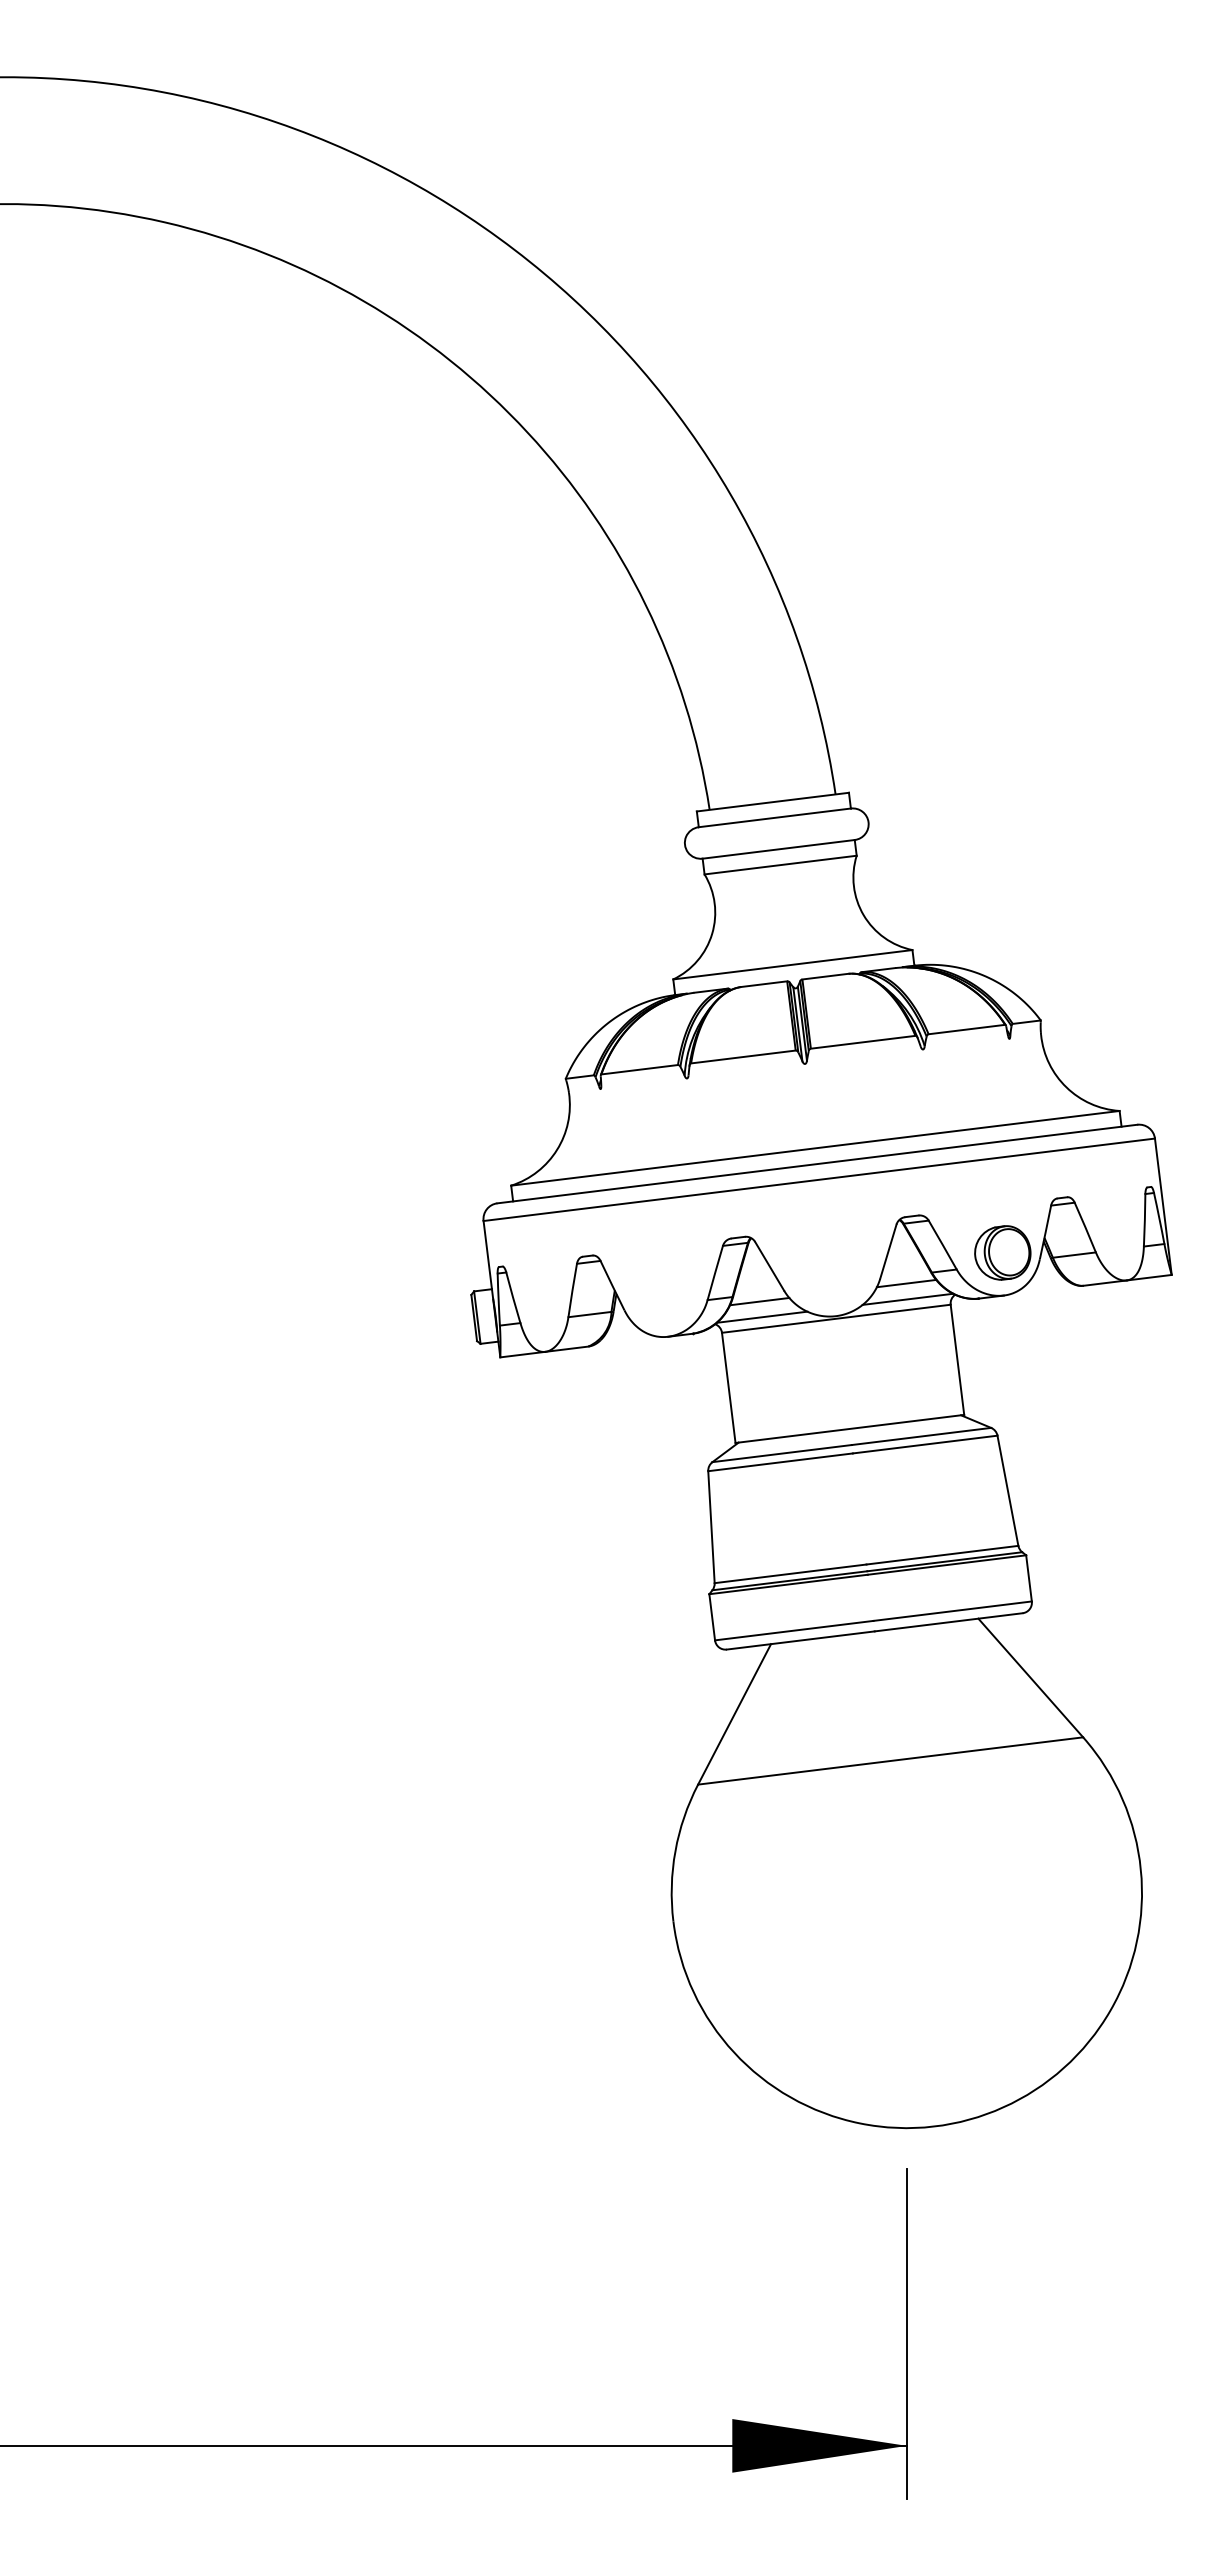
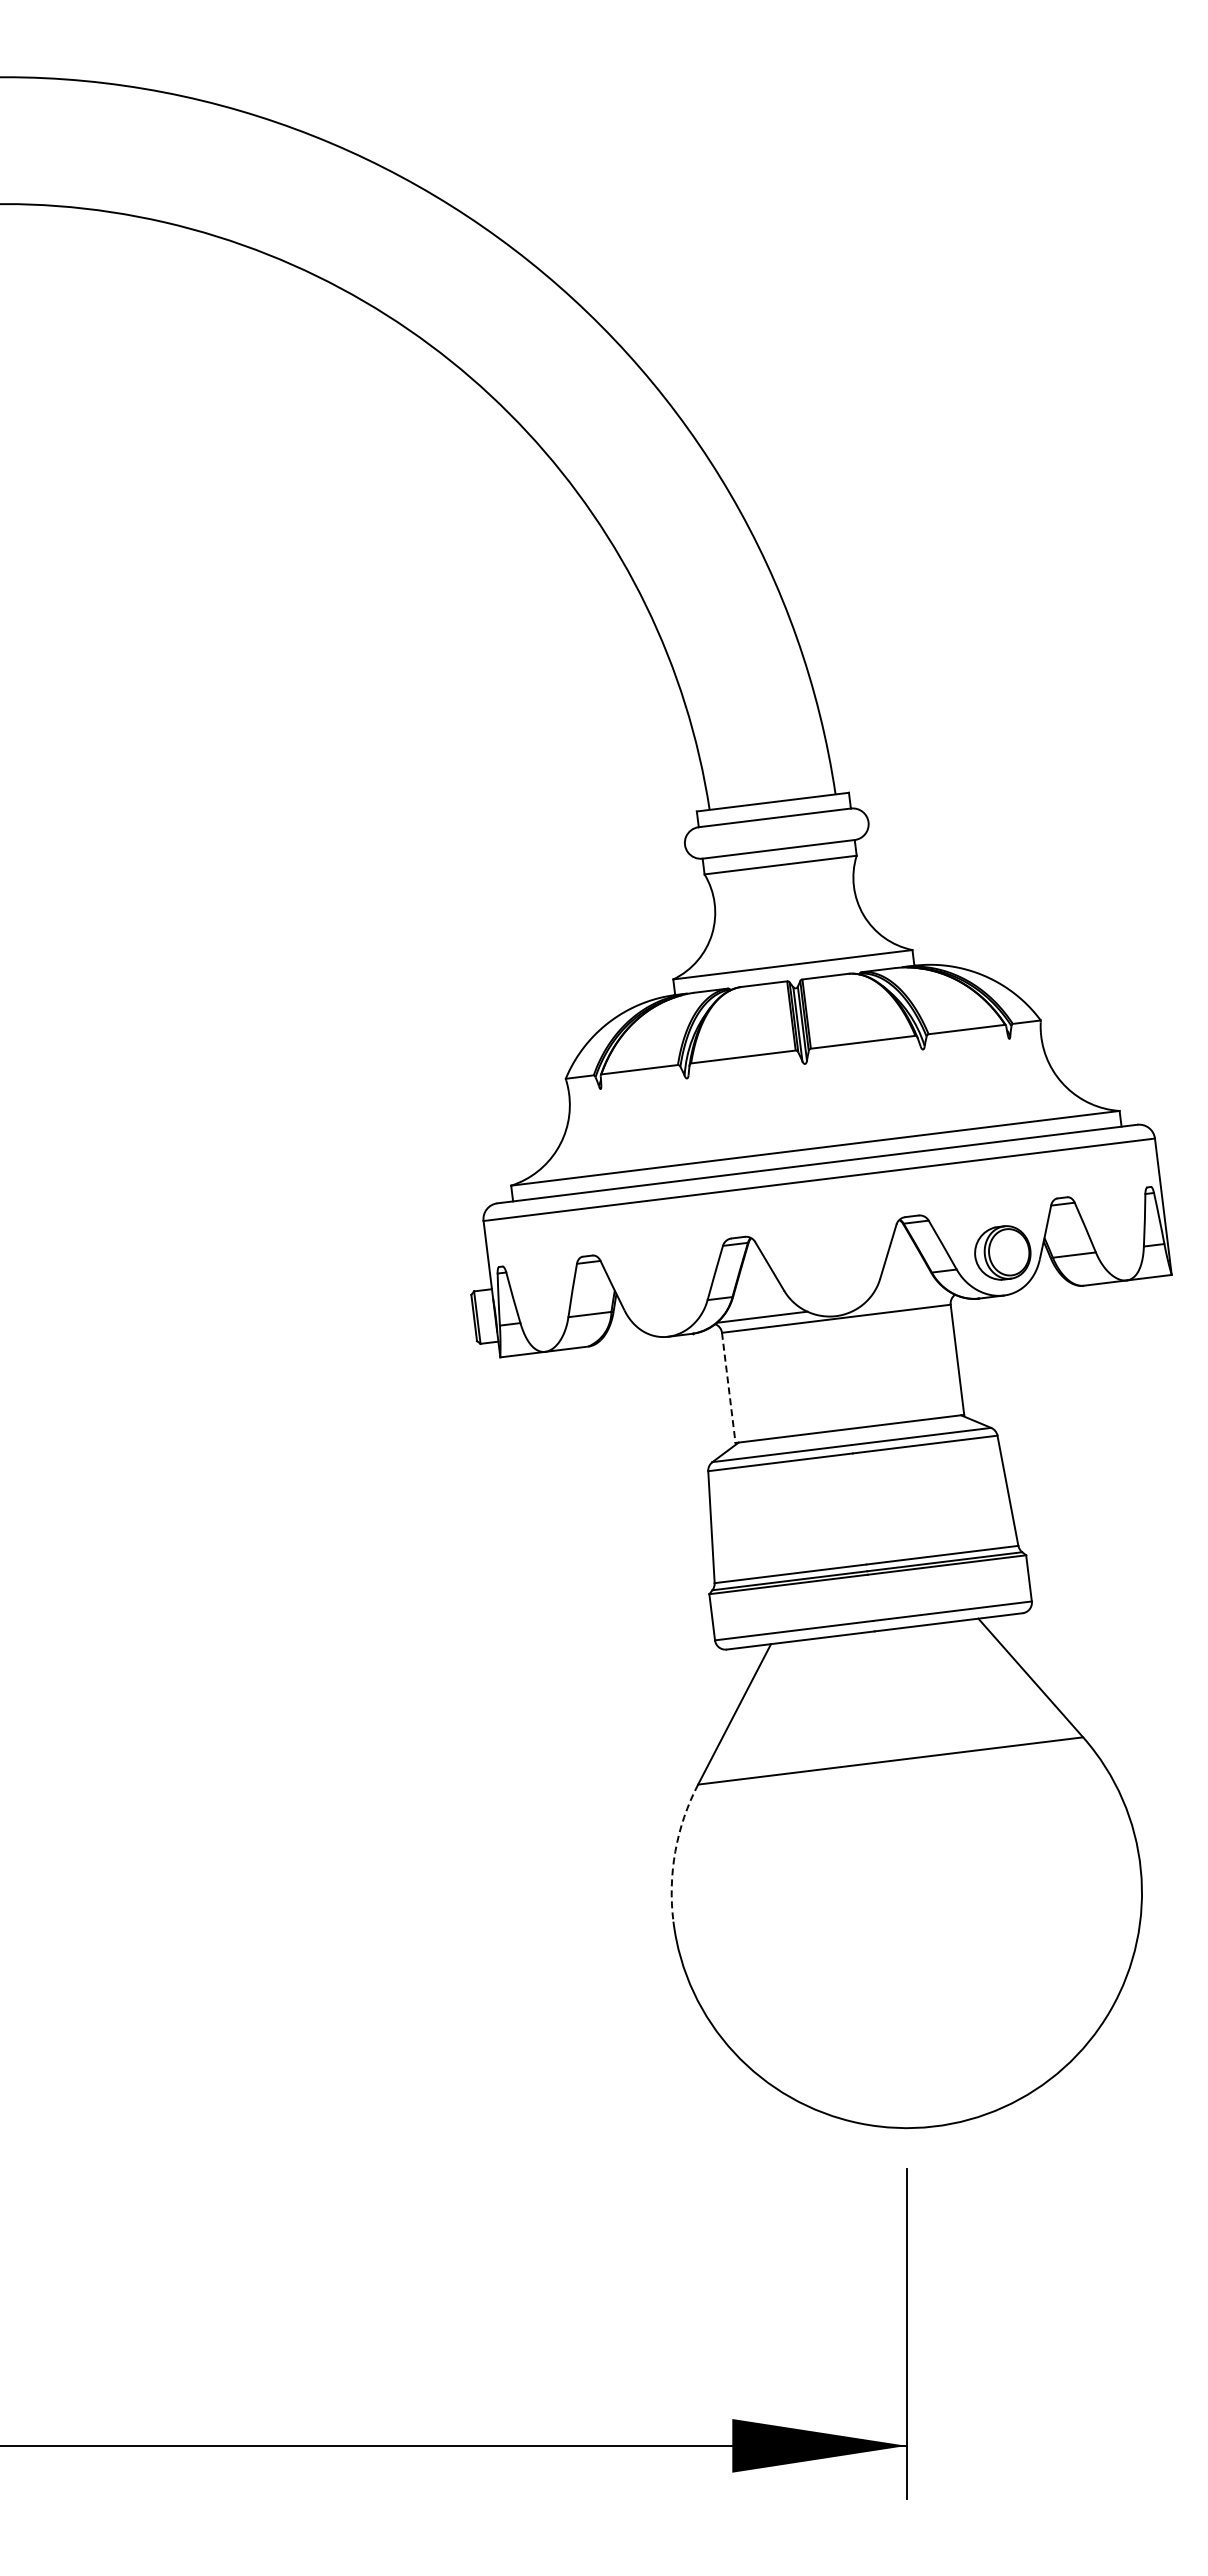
line at (906, 1283): present -> none
line at (907, 1298): present -> none
line at (759, 1301): present -> none
line at (728, 1387): solid -> dashed
arc at (675, 1851): solid -> dashed
